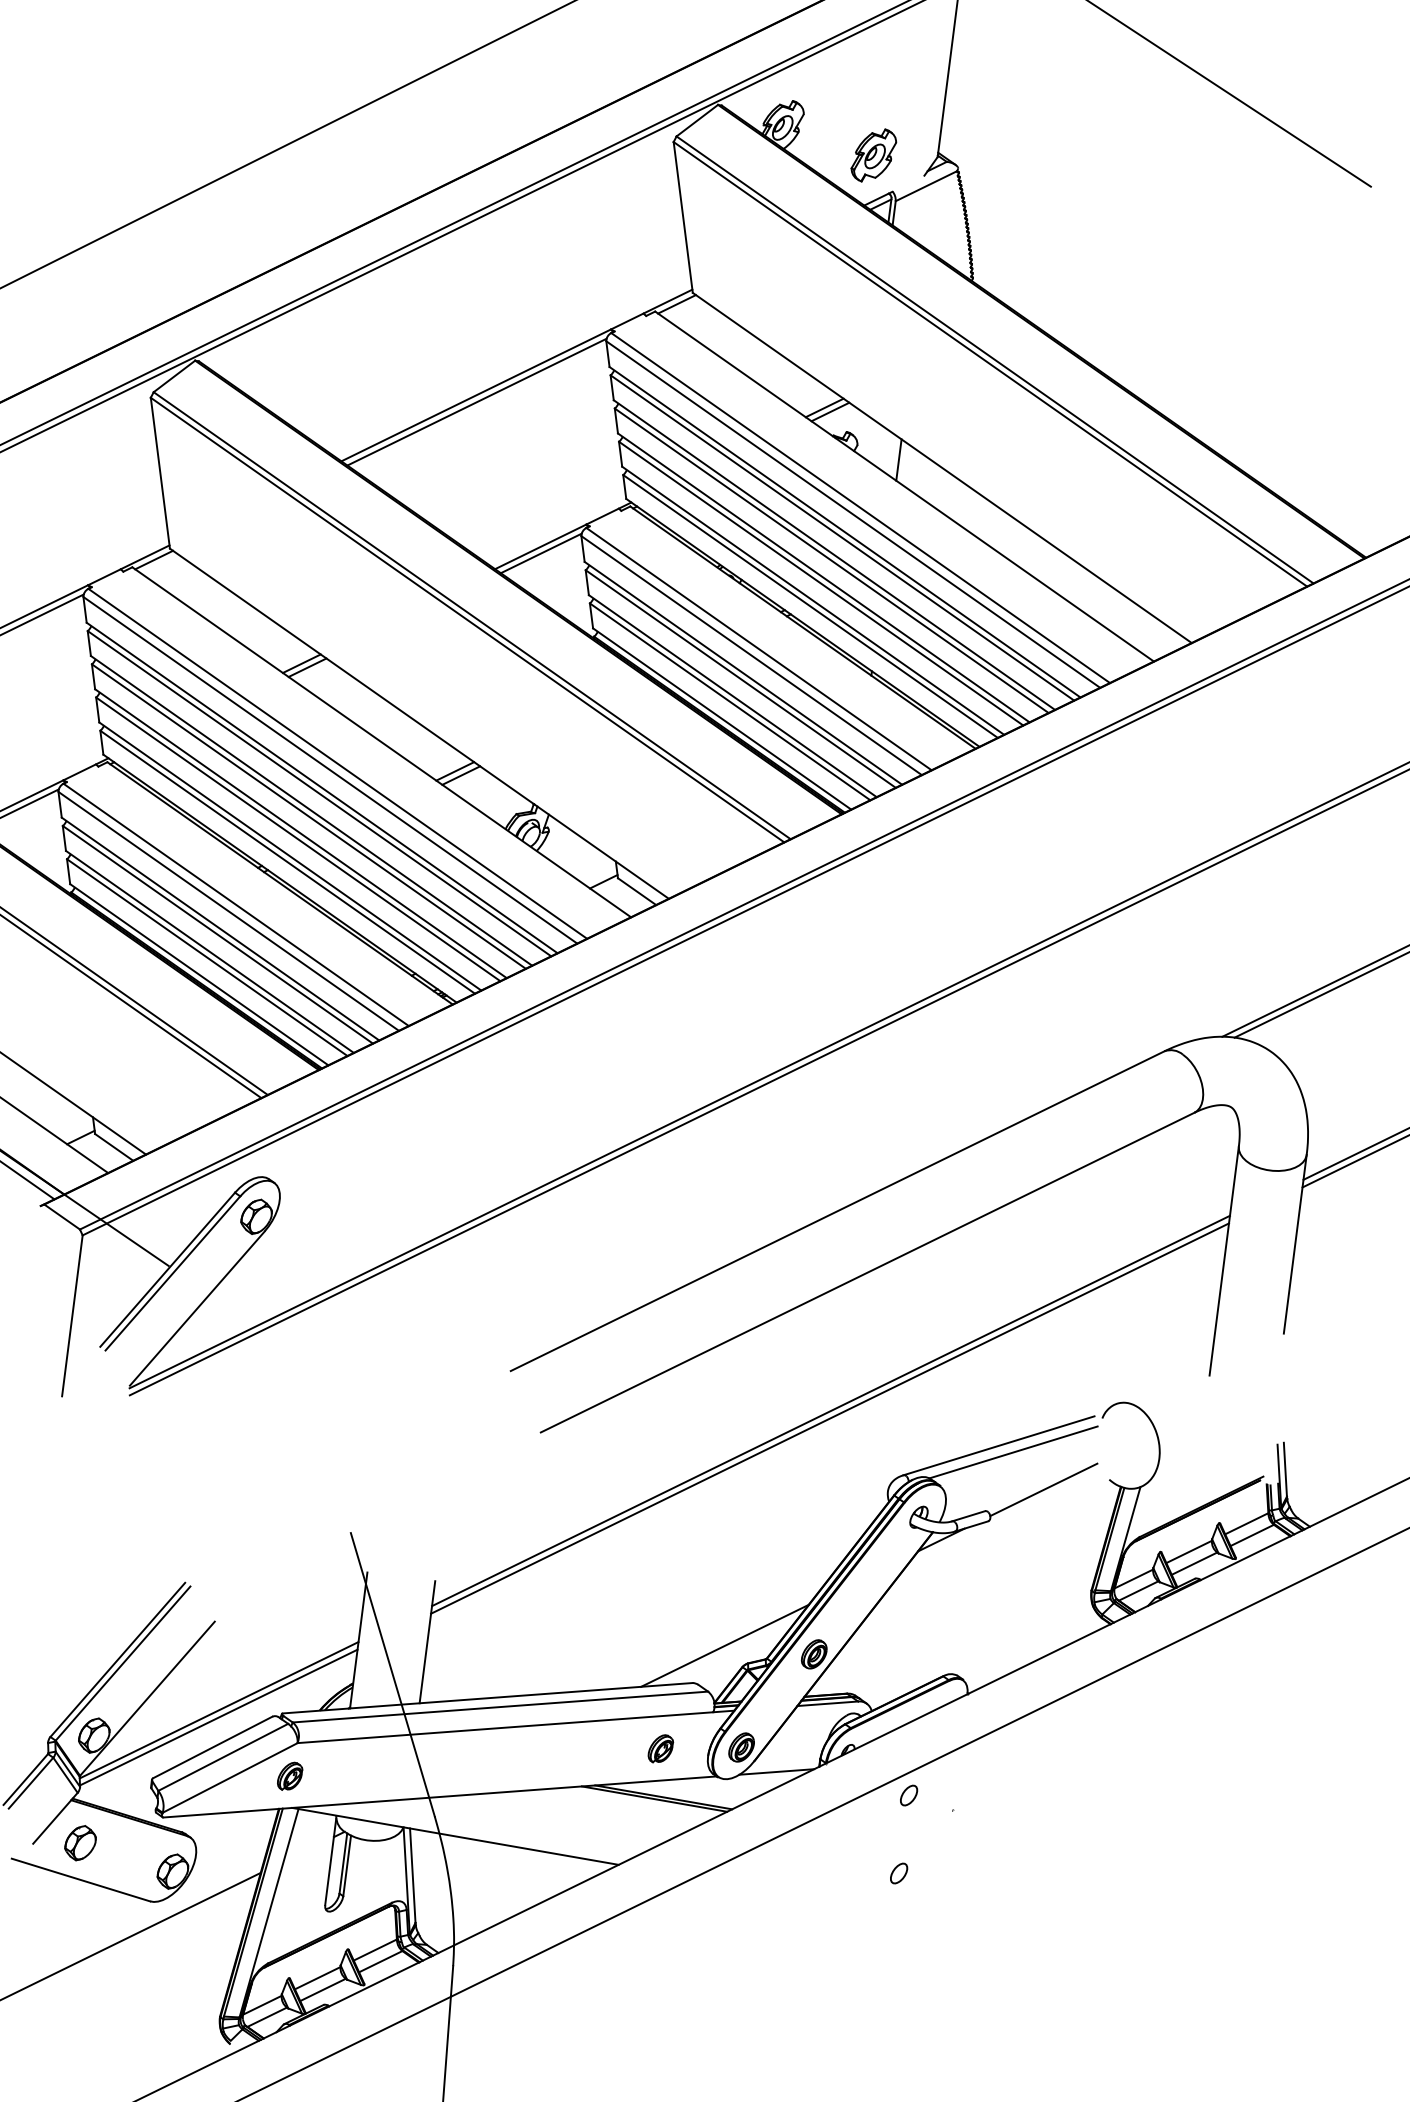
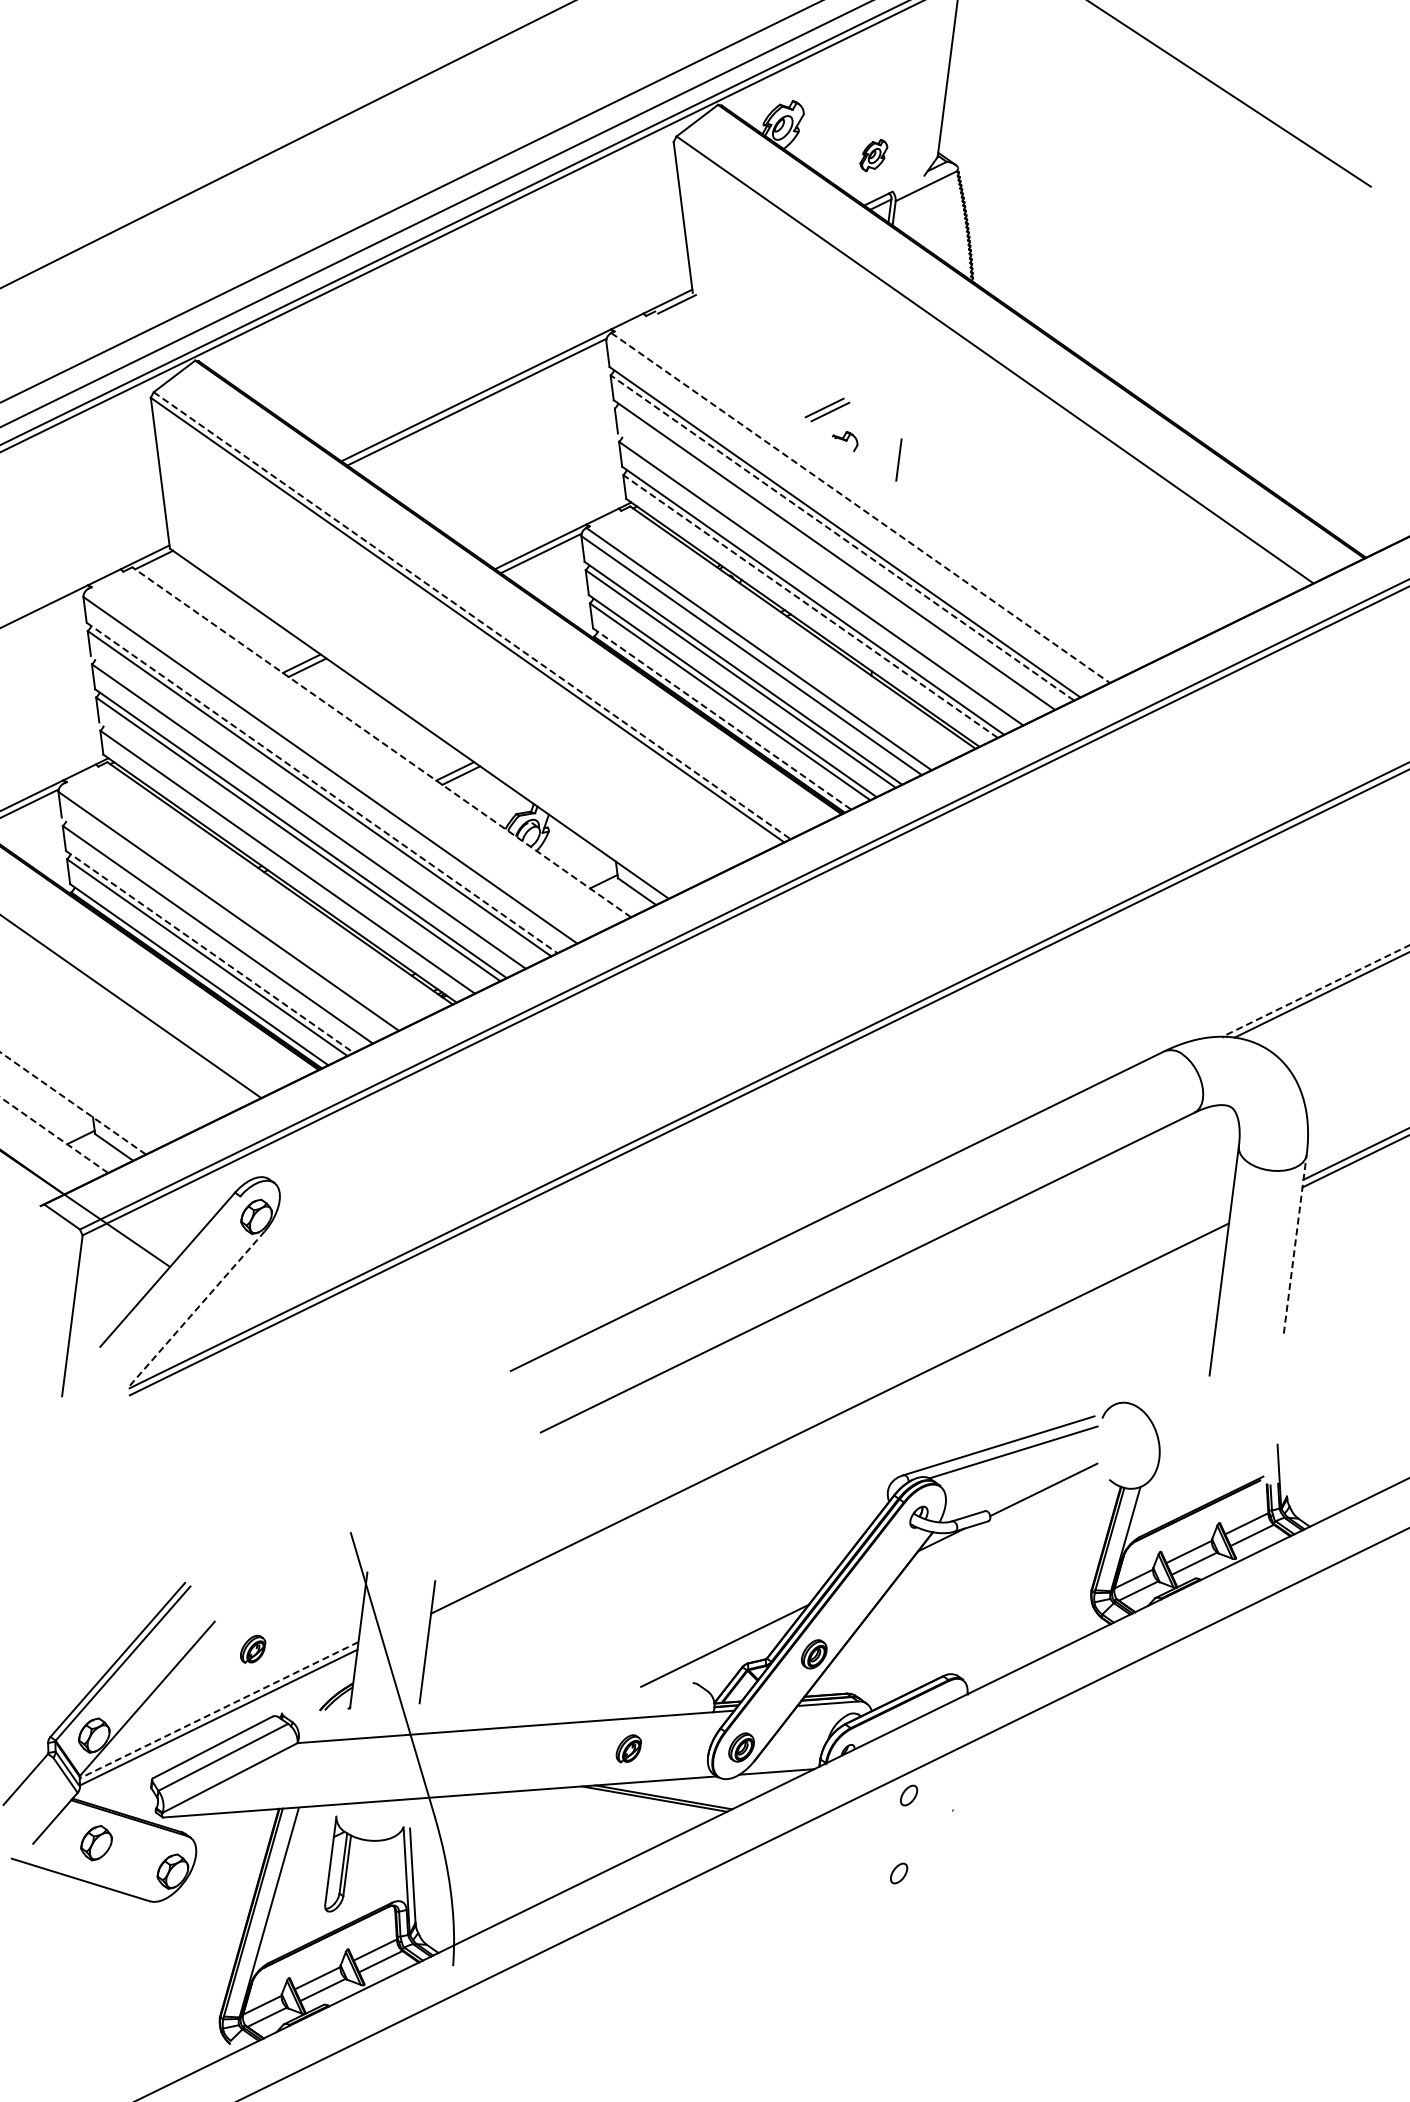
part at (873, 155) size: 48x55 px -> 30x34 px
line at (410, 201) position: (410, 201) -> (435, 214)
line at (990, 364): present -> none
line at (941, 467): present -> none
line at (904, 486): present -> none
line at (860, 508): solid -> dashed
line at (853, 514): present -> none
line at (841, 537): solid -> dashed
line at (831, 560): present -> none
line at (823, 577): present -> none
line at (810, 606): solid -> dashed
line at (42, 614): present -> none
line at (472, 615): solid -> dashed
line at (722, 718): solid -> dashed
line at (381, 742): solid -> dashed
line at (337, 763): present -> none
line at (322, 787): solid -> dashed
line at (311, 810): present -> none
line at (290, 856): present -> none
line at (235, 904): present -> none
line at (220, 928): present -> none
line at (209, 951): solid -> dashed
line at (1315, 991): solid -> dashed
line at (134, 1001): present -> none
line at (73, 1103): solid -> dashed
line at (54, 1135): solid -> dashed
line at (28, 1181): present -> none
line at (1295, 1243): solid -> dashed
line at (172, 1273): present -> none
line at (197, 1308): solid -> dashed
line at (830, 1410): present -> none
line at (1284, 1469): present -> none
line at (487, 1698): present -> none
line at (500, 1706): present -> none
line at (218, 1710): solid -> dashed
part at (660, 1748) position: (660, 1748) -> (628, 1748)
part at (290, 1775) position: (290, 1775) -> (253, 1648)
line at (30, 1782): present -> none
line at (455, 1835): present -> none
part at (80, 1843) position: (80, 1843) -> (96, 1843)
line at (131, 1935): present -> none
line at (448, 2032): present -> none
